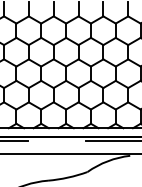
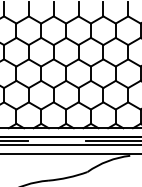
line at (70, 145): none -> present
